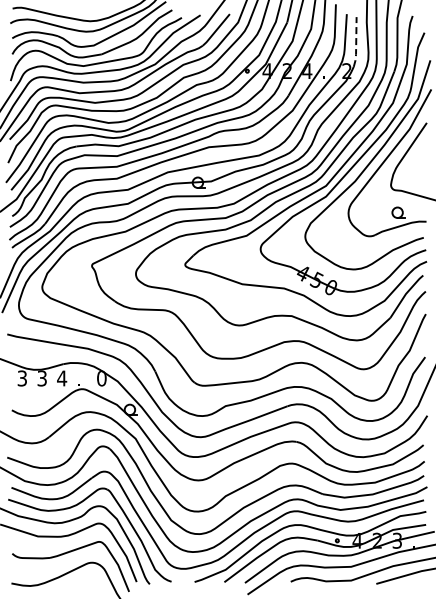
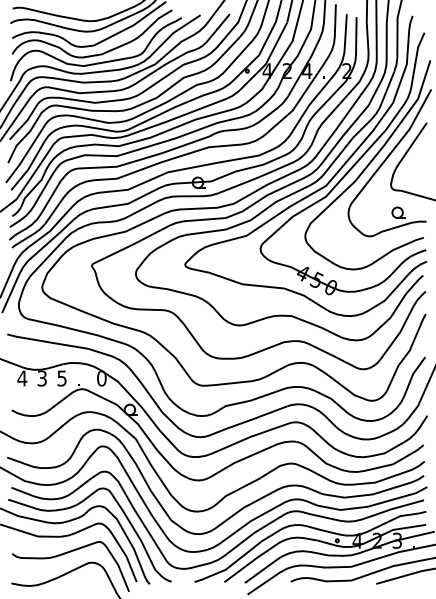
line at (356, 42): dashed -> solid
text at (22, 378): 3 -> 4
text at (62, 378): 4 -> 5
